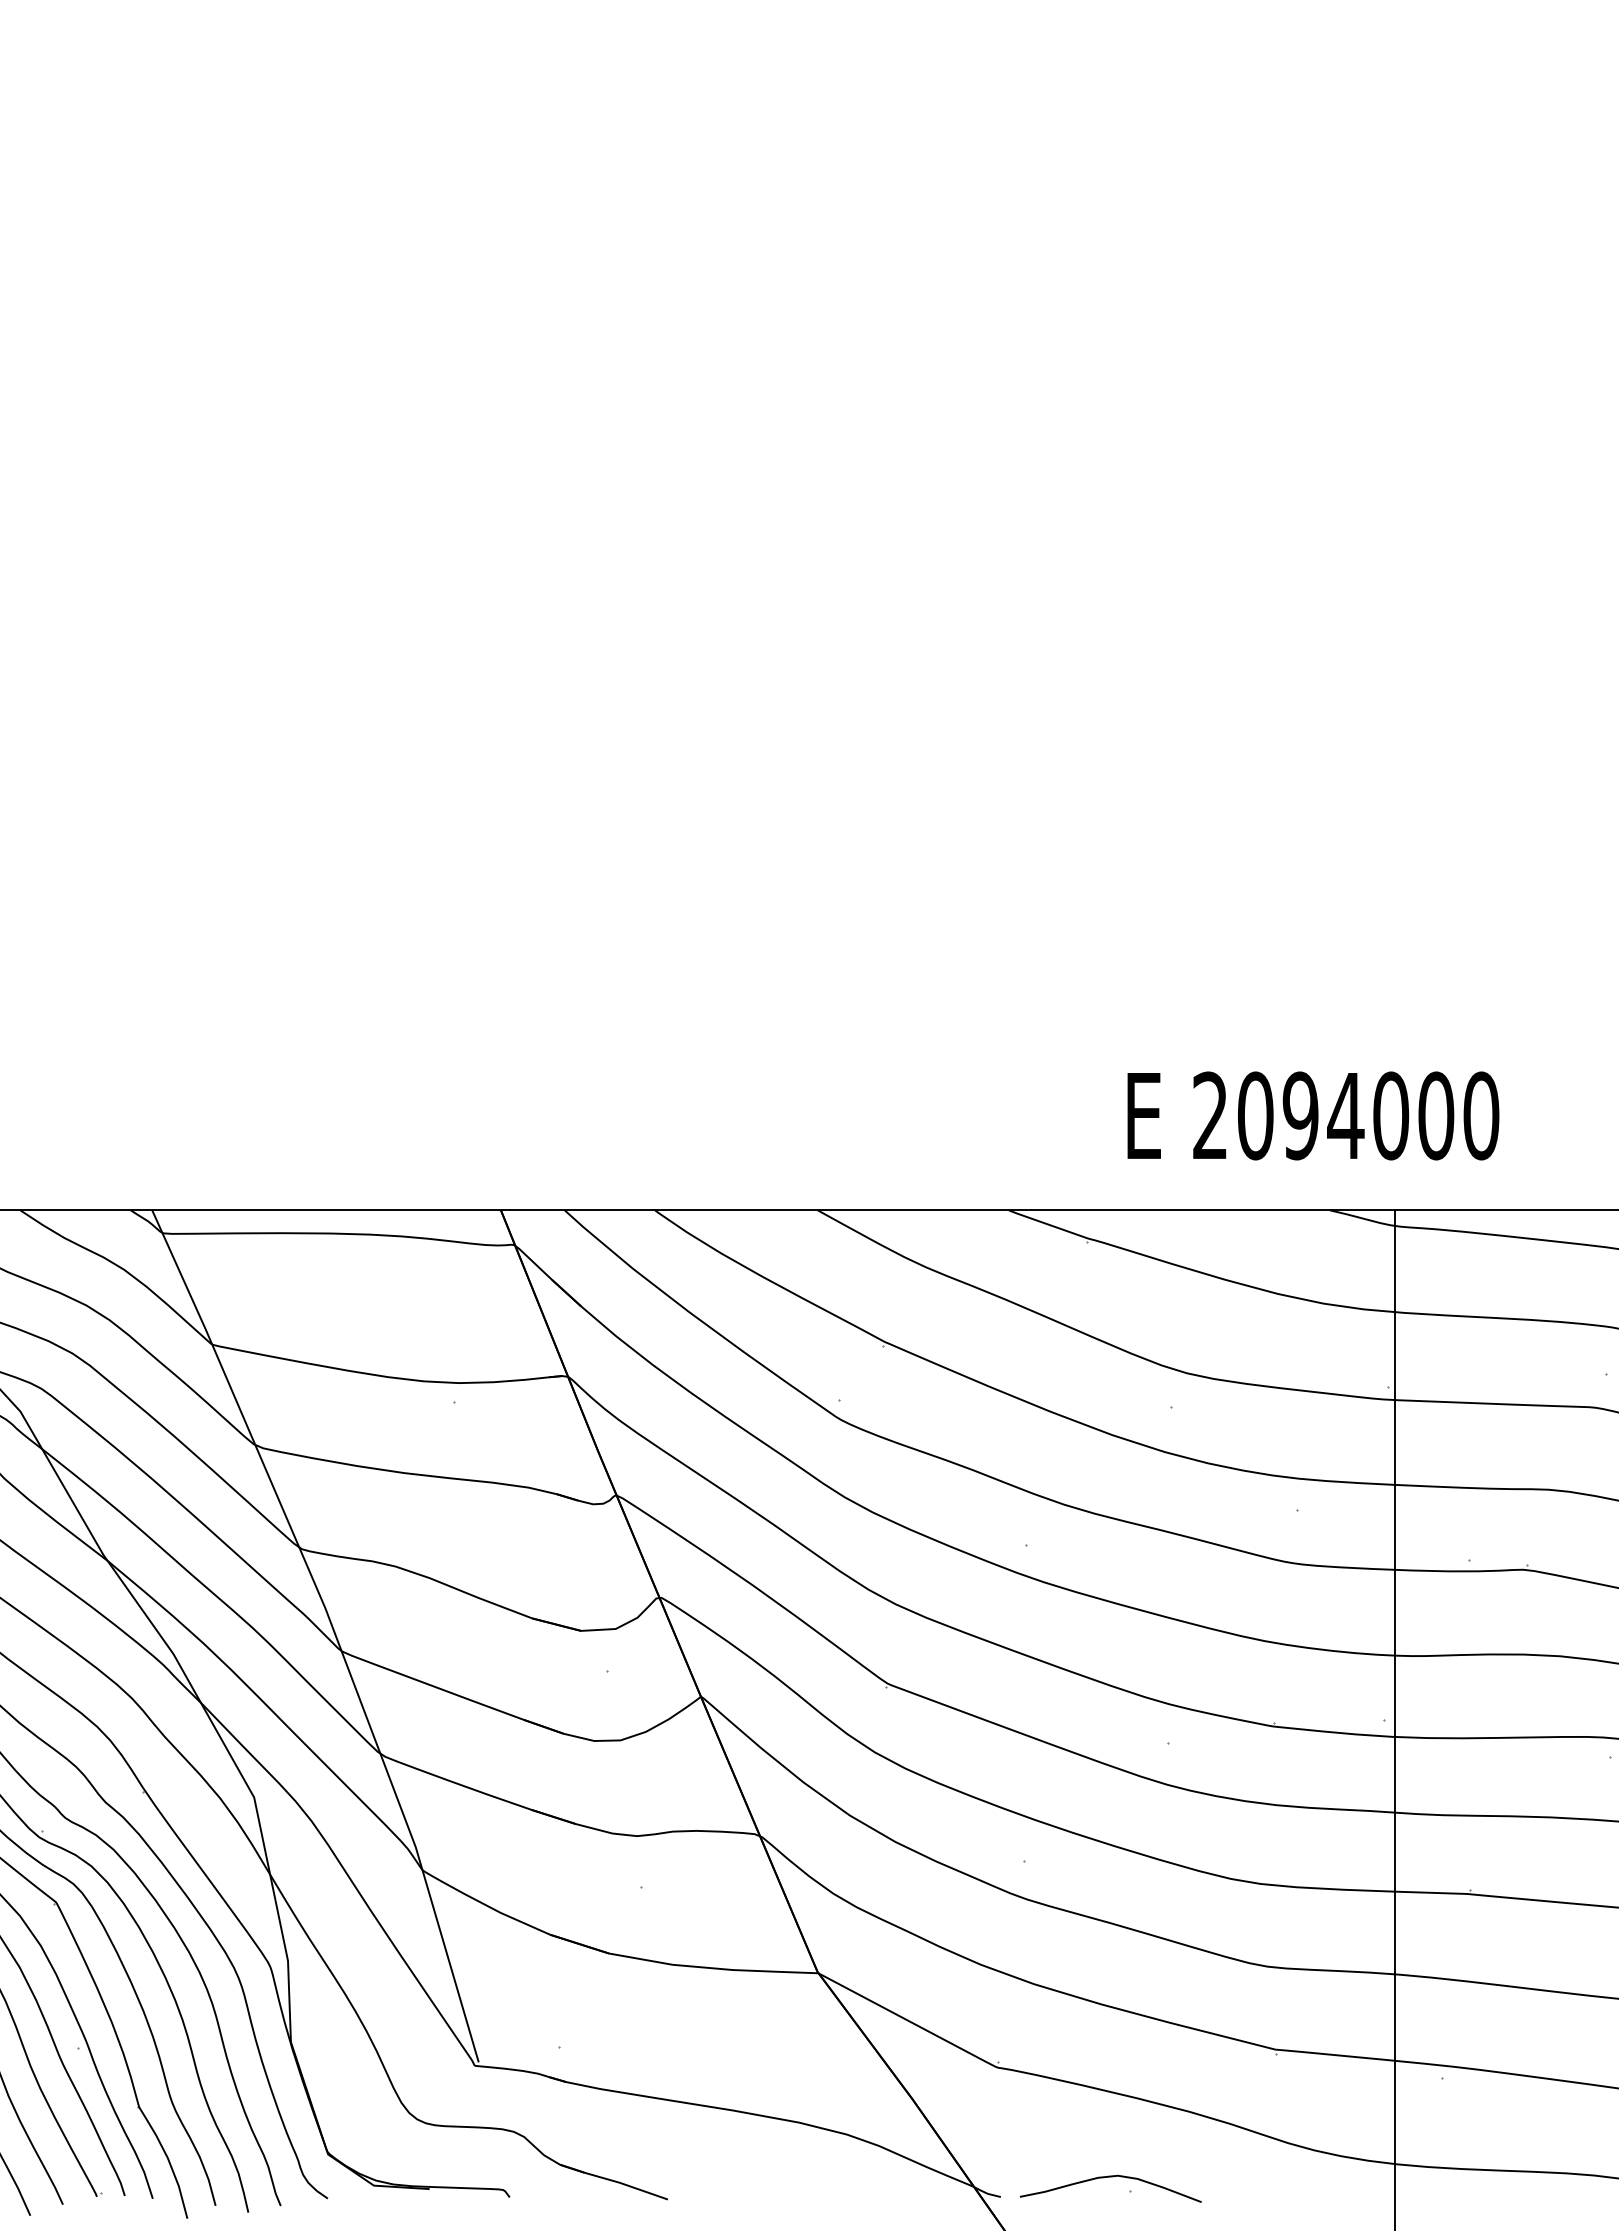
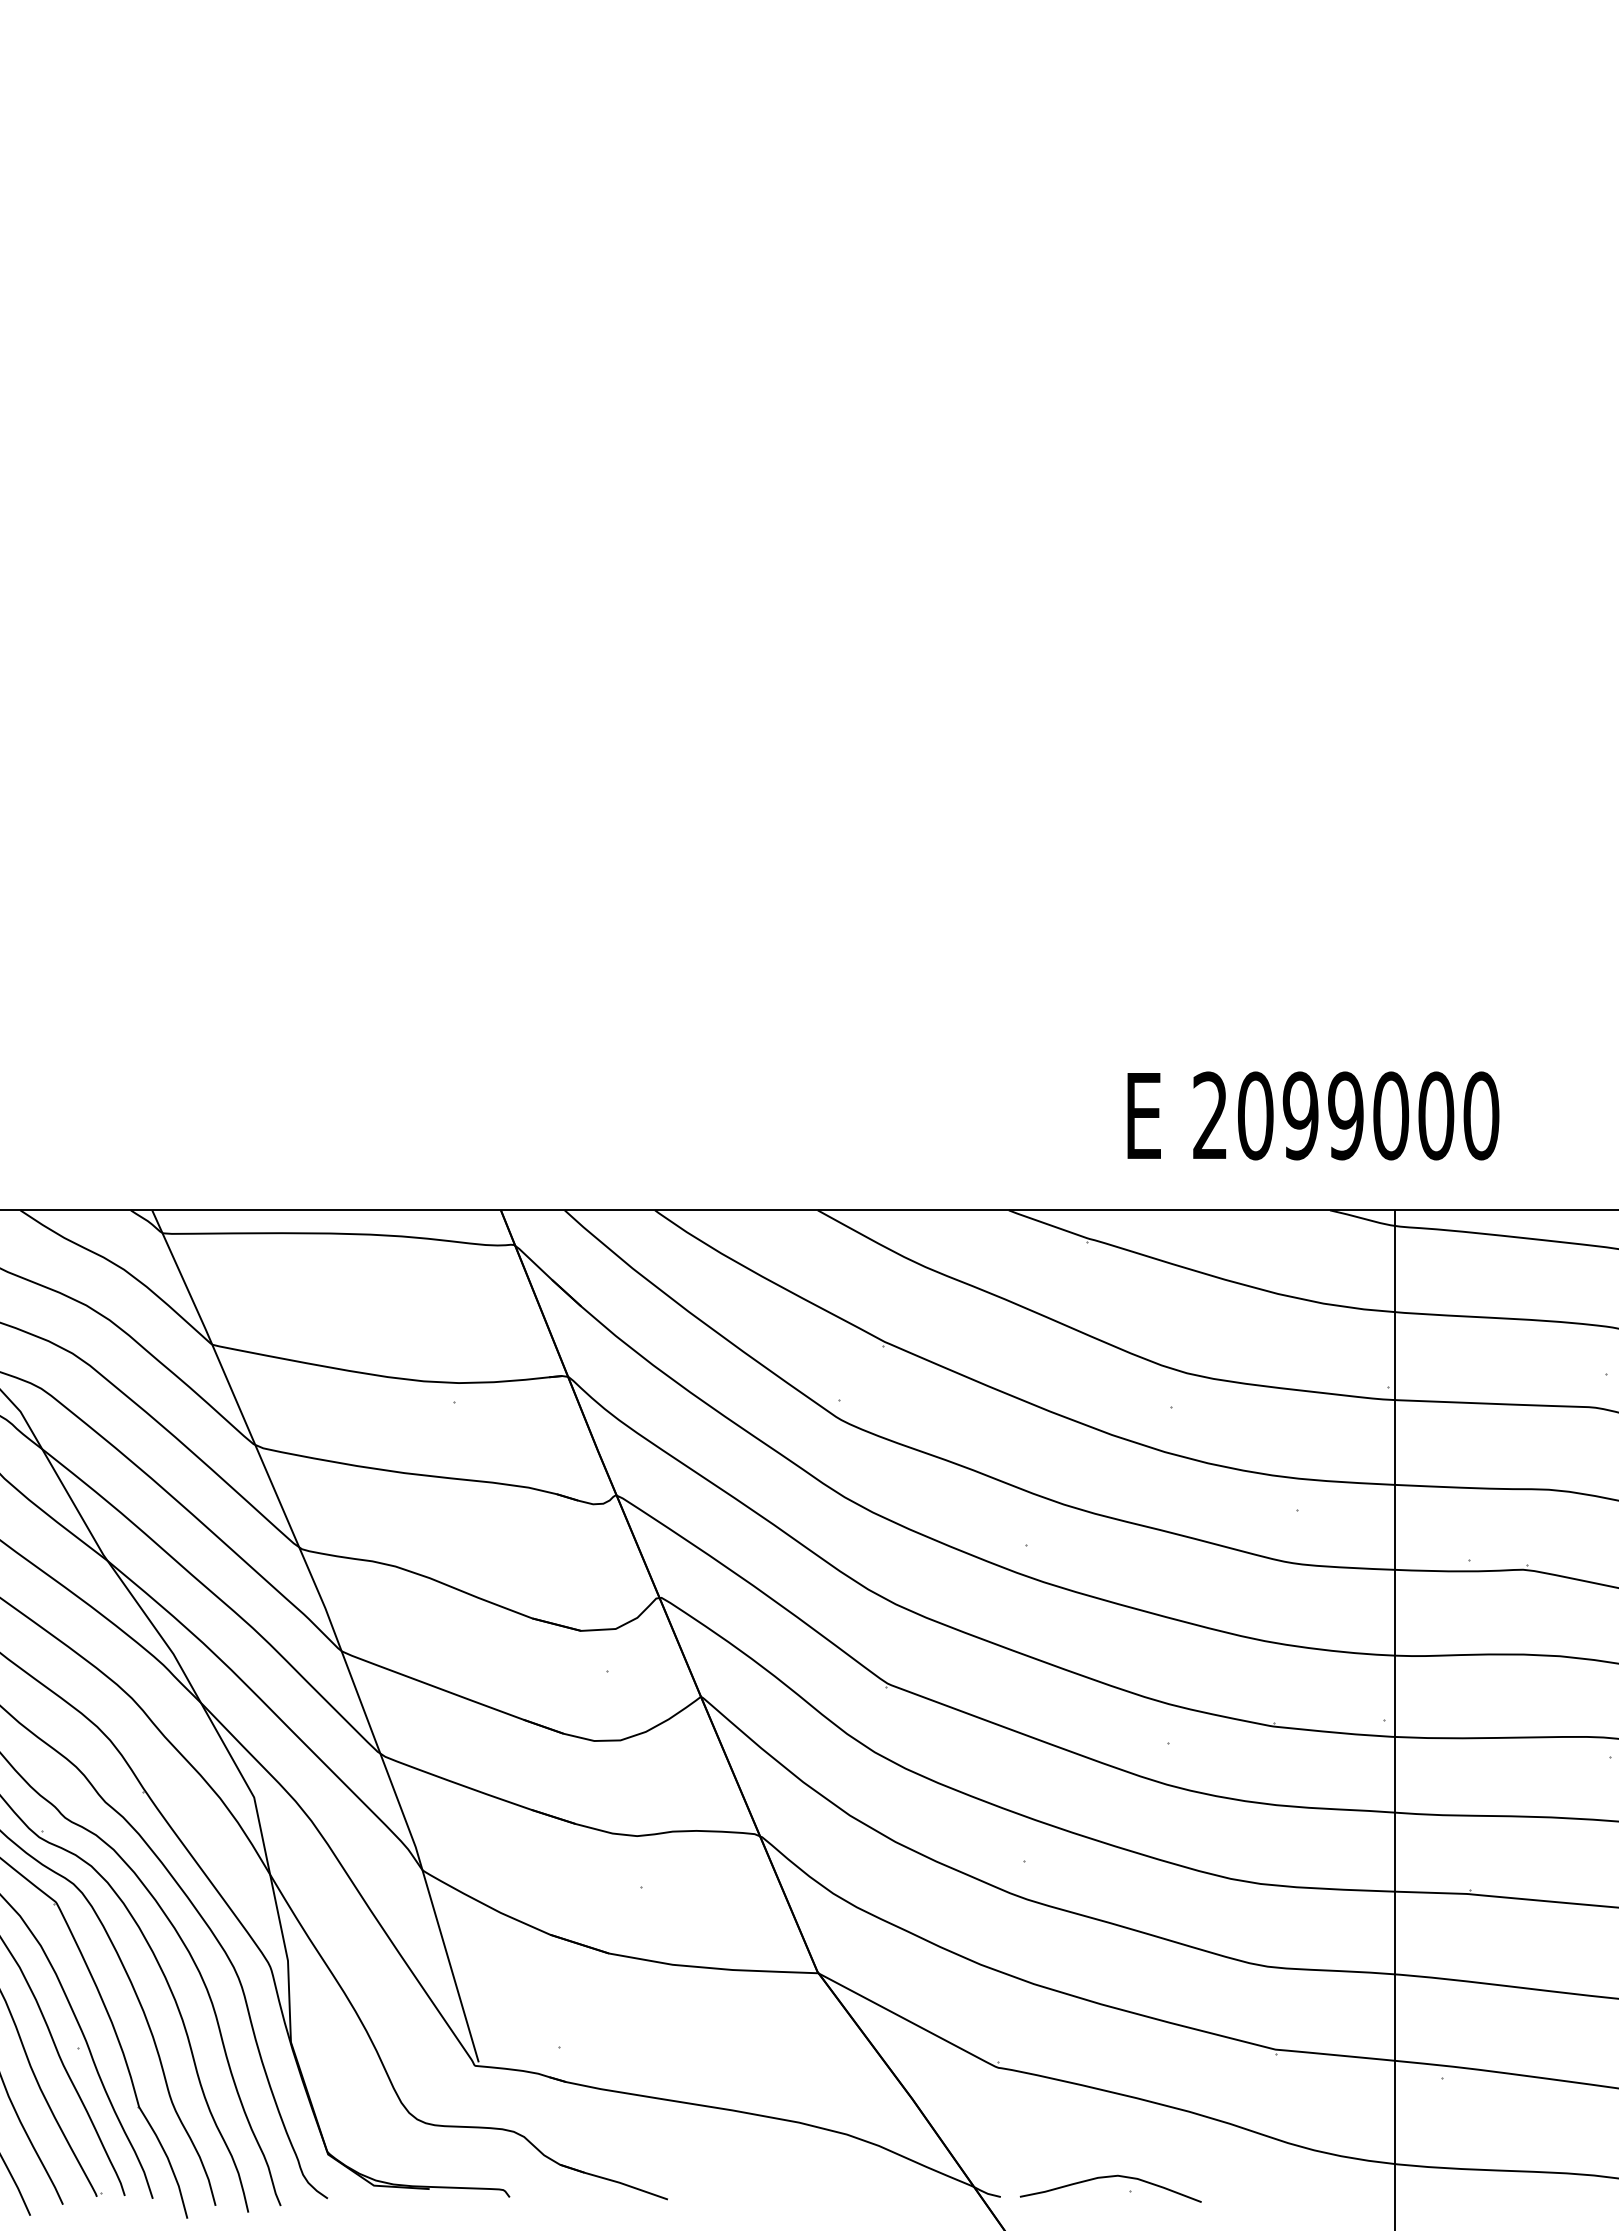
text at (1345, 1115): 2094000 -> 2099000
